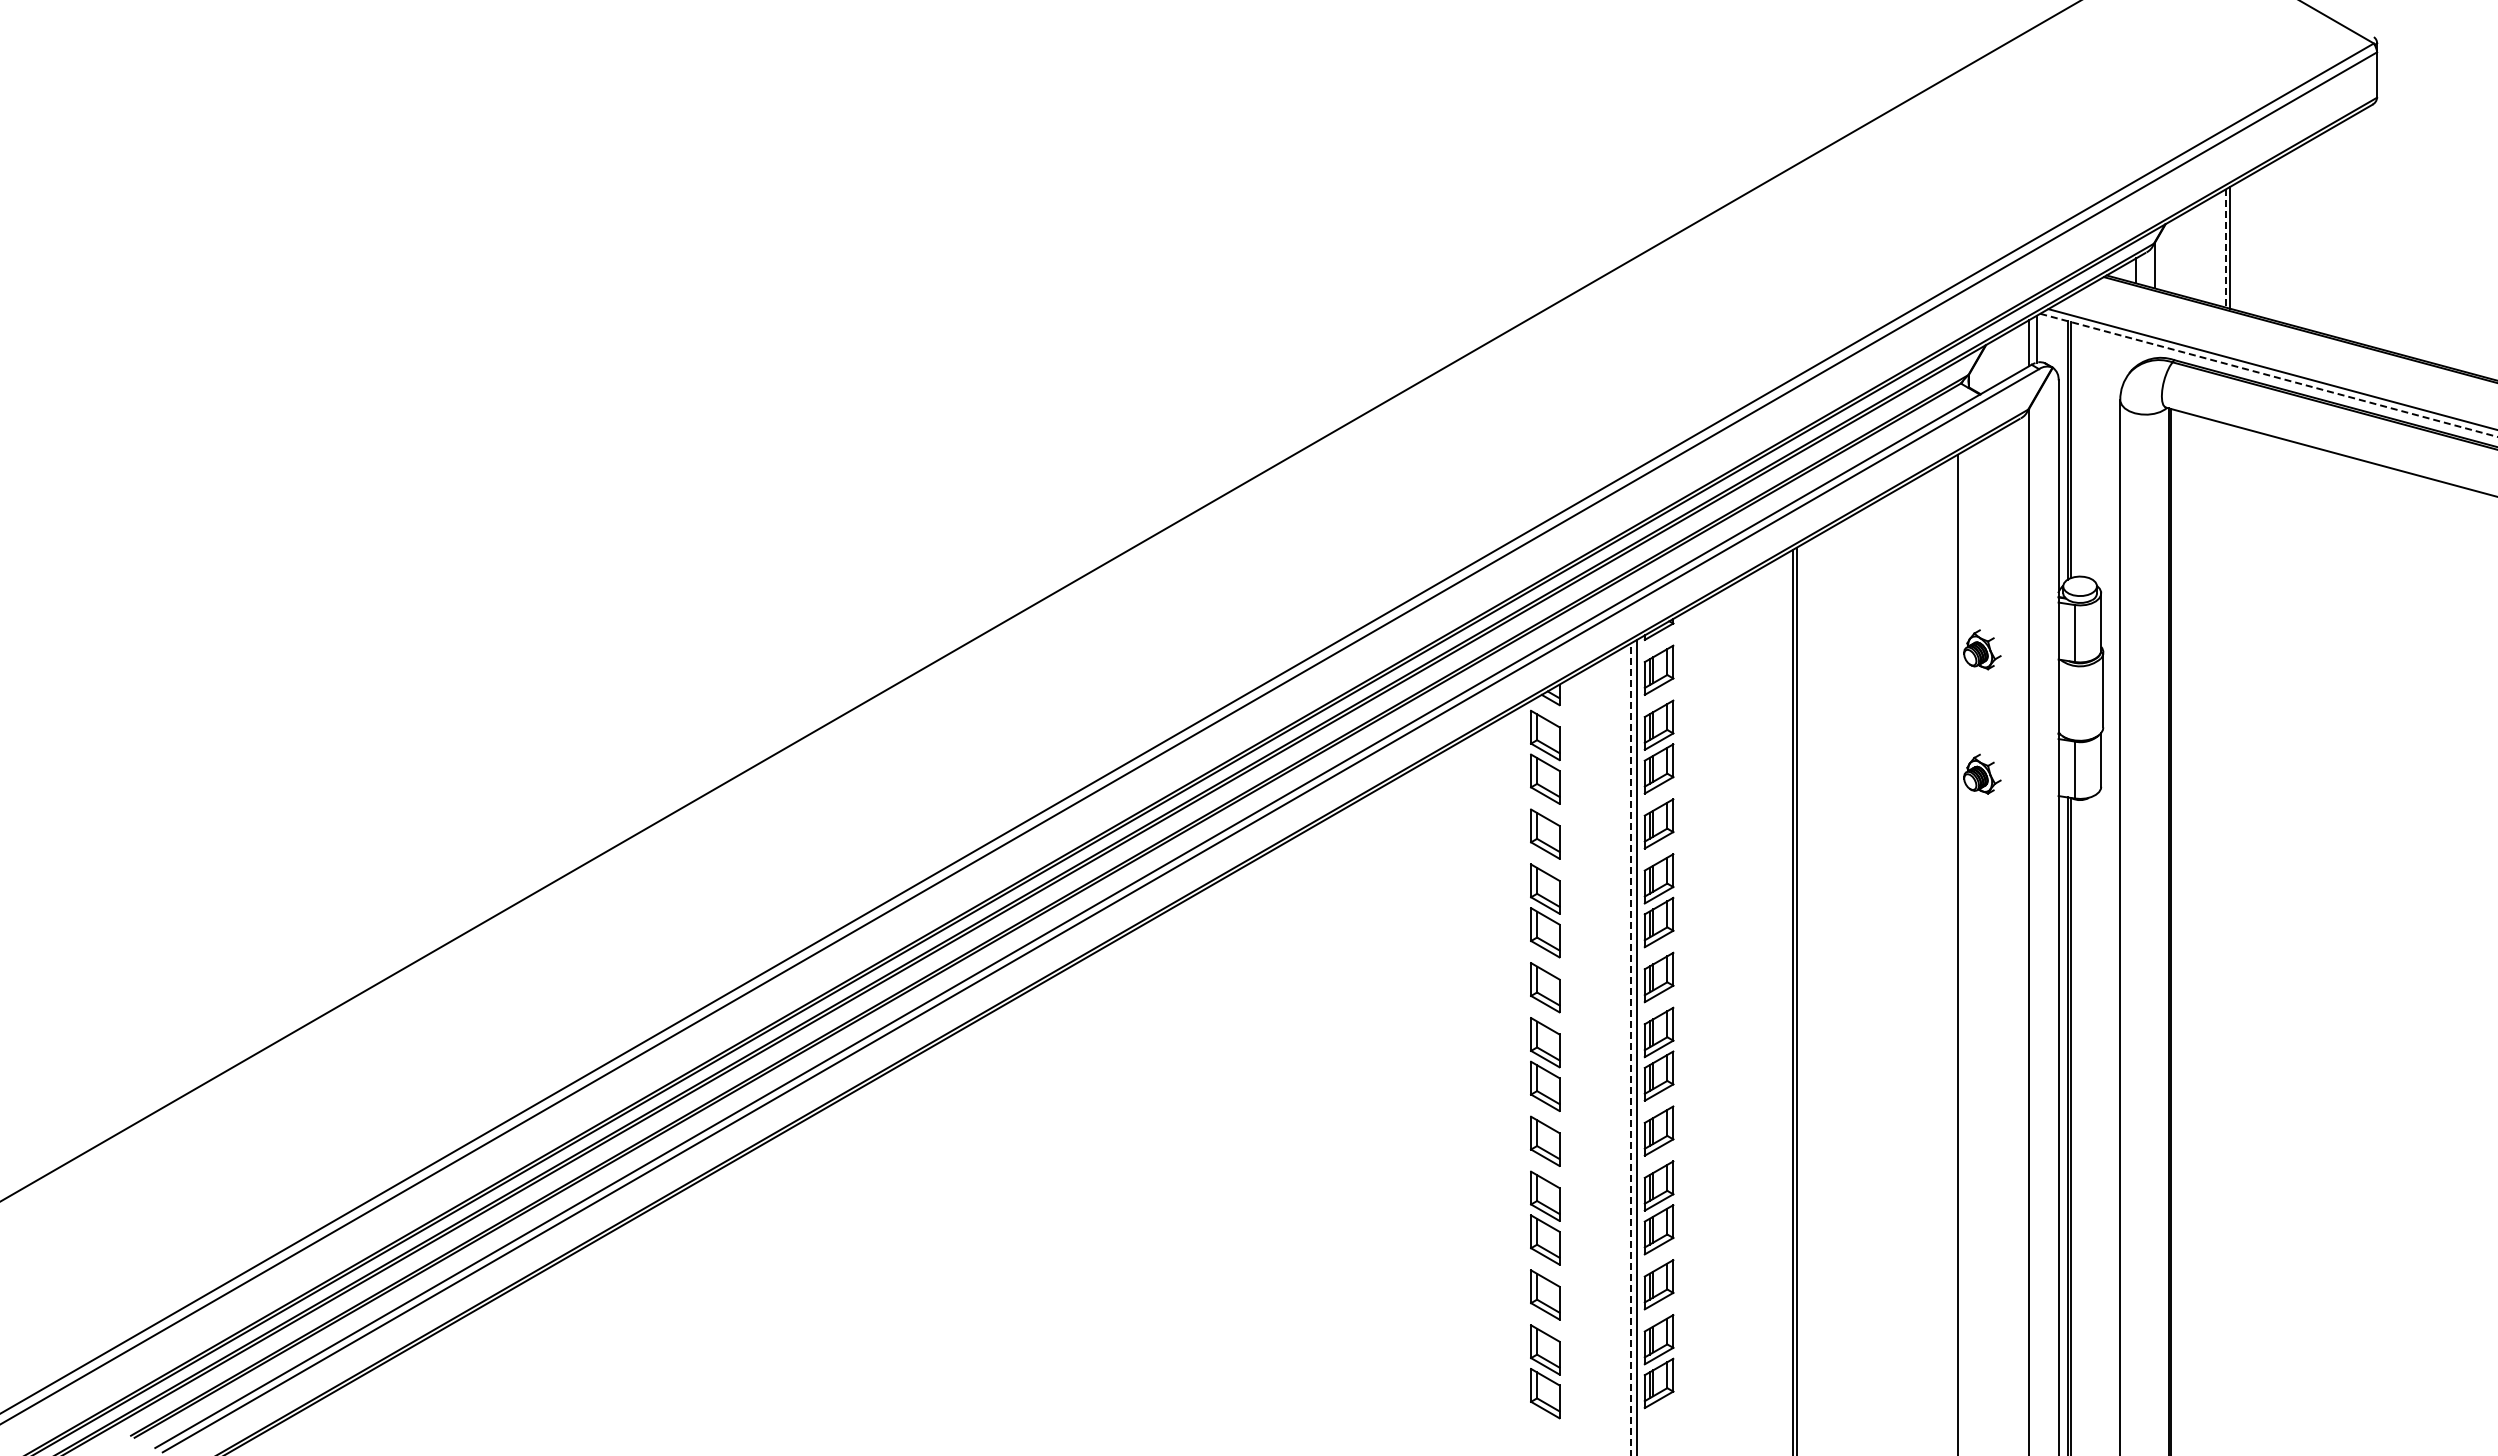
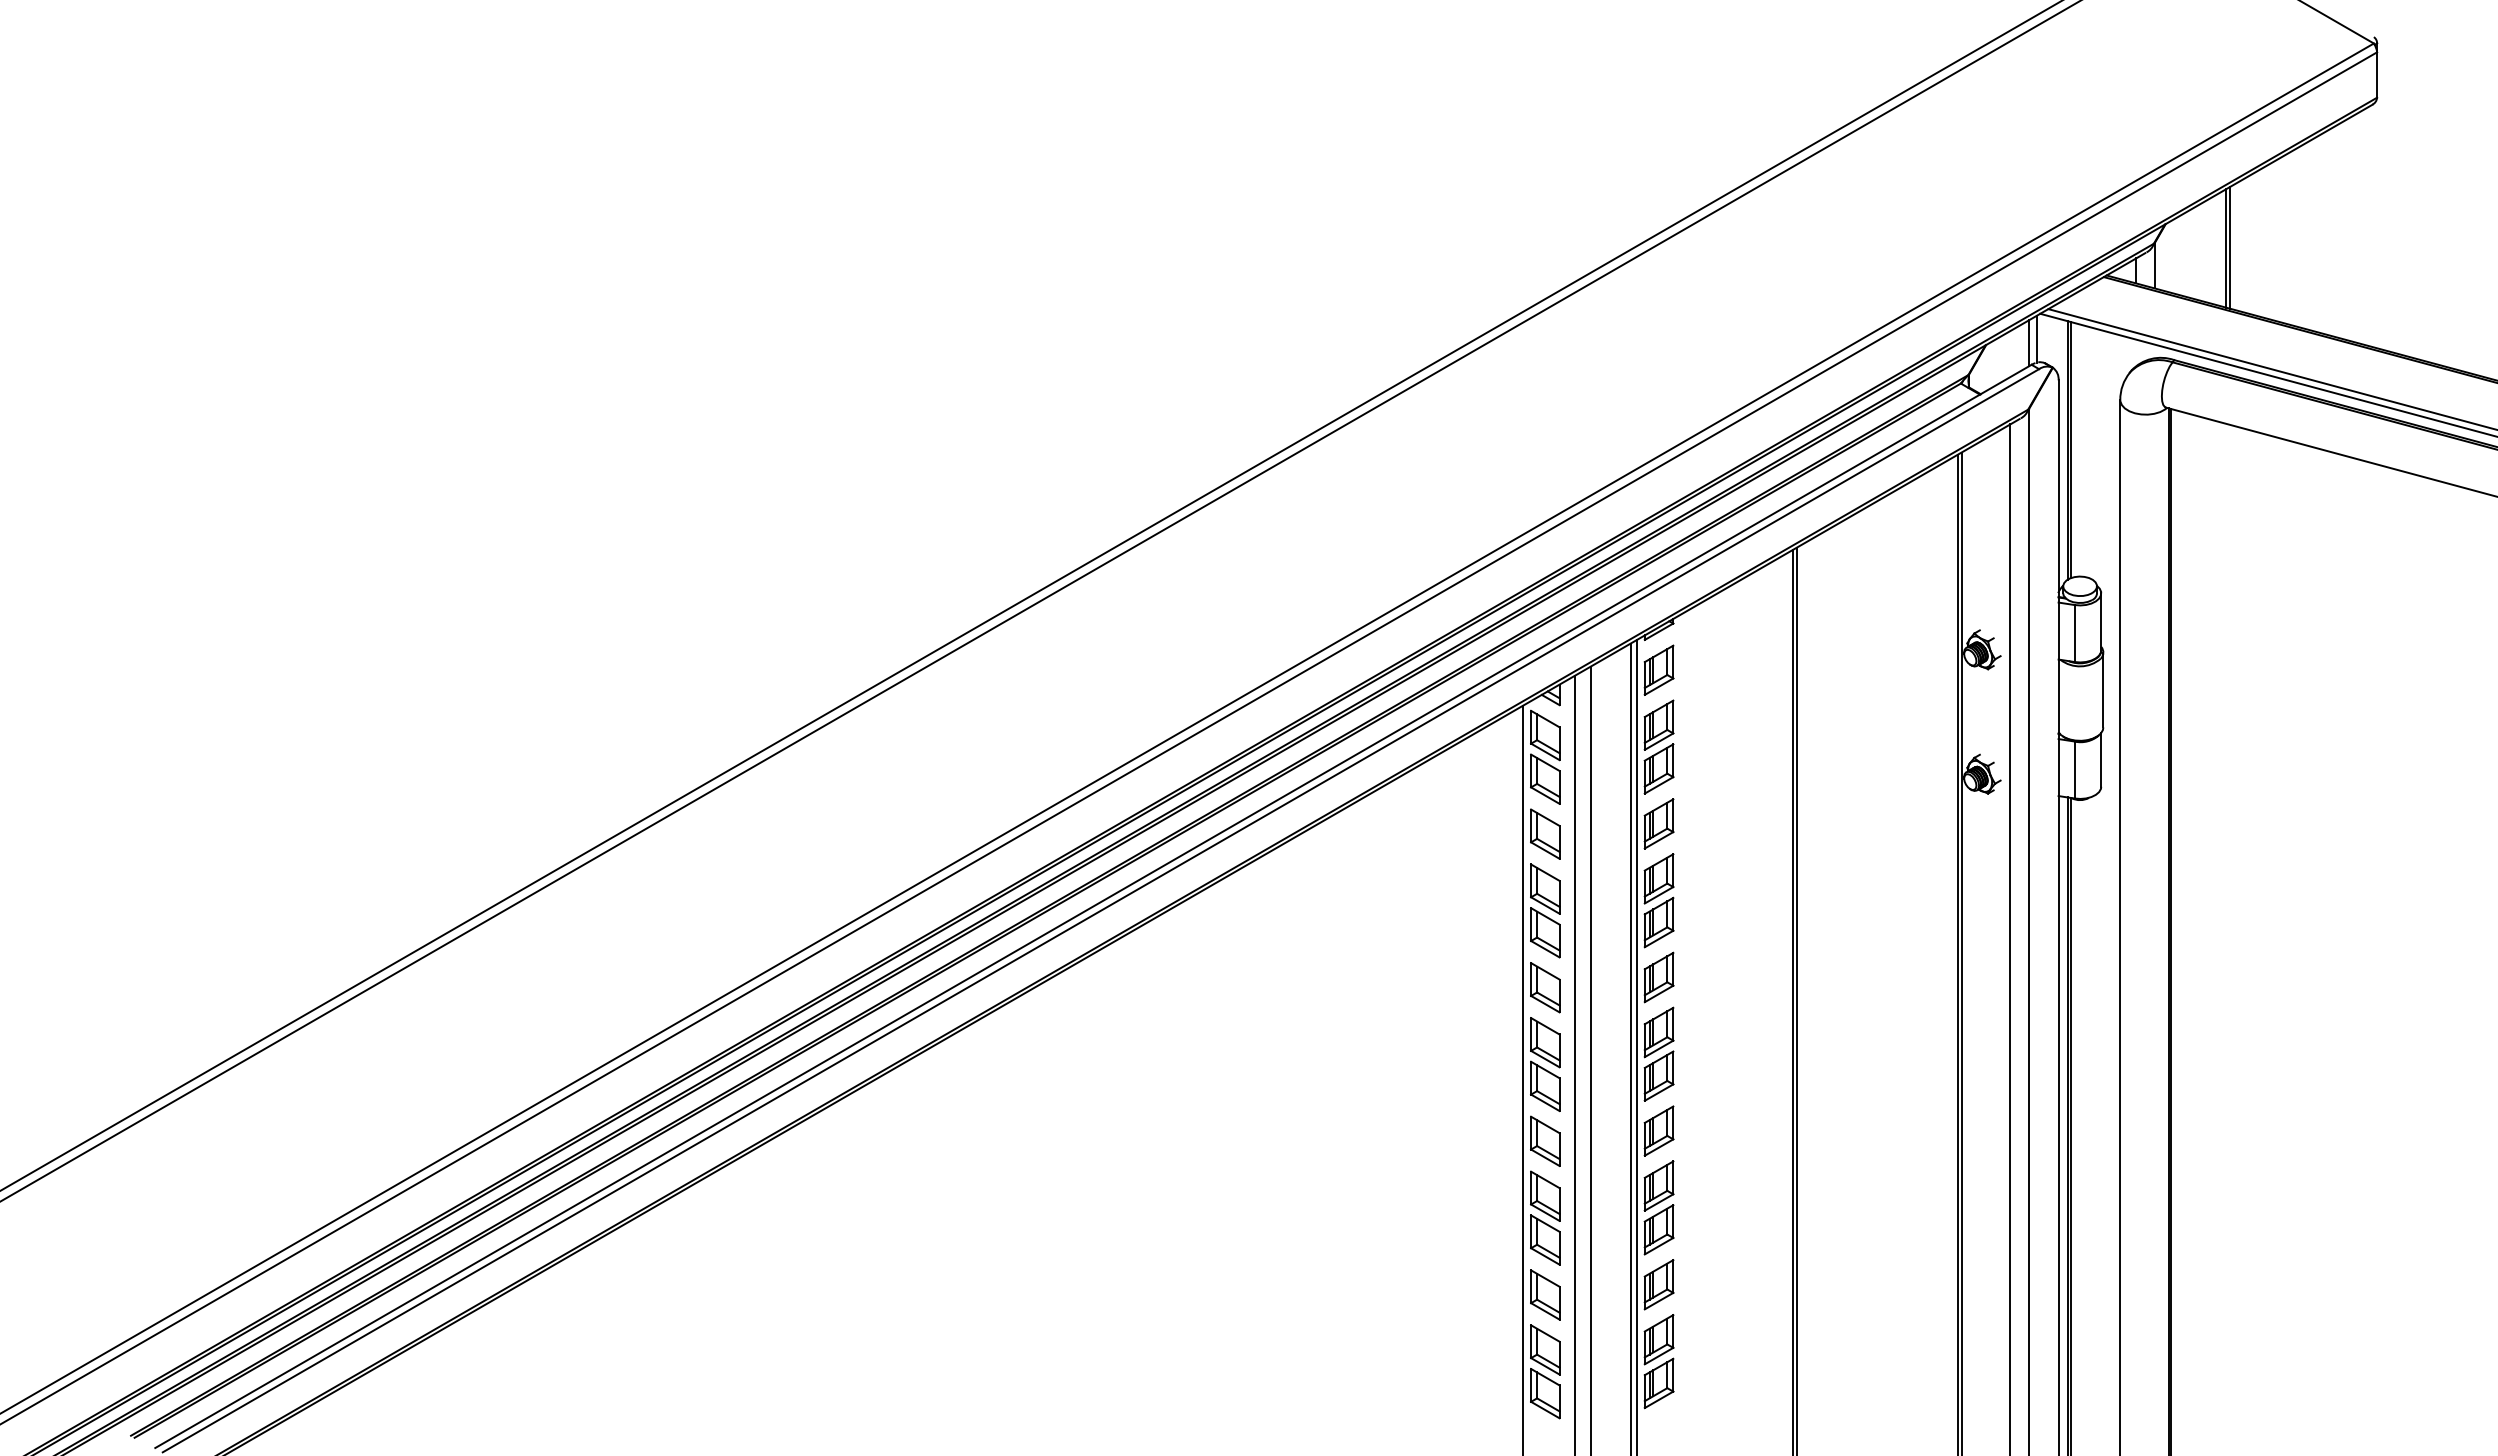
line at (2225, 249): dashed -> solid
line at (2269, 375): dashed -> solid
line at (1030, 595): none -> present
line at (2010, 938): none -> present
line at (1961, 952): none -> present
line at (1630, 1049): dashed -> solid
line at (1590, 1059): none -> present
line at (1574, 1063): none -> present
line at (1522, 1078): none -> present
